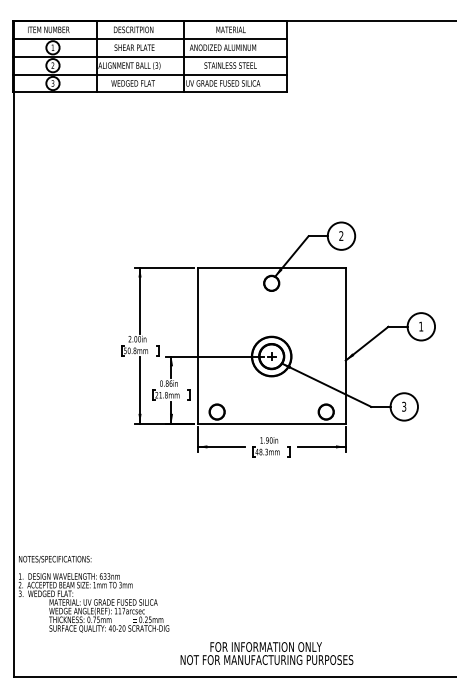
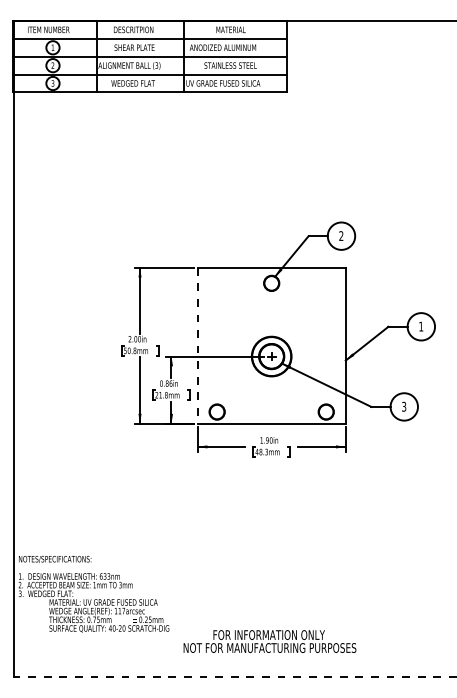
line at (197, 345): solid -> dashed
text at (266, 653) position: (266, 653) -> (269, 641)
line at (234, 677): solid -> dashed
